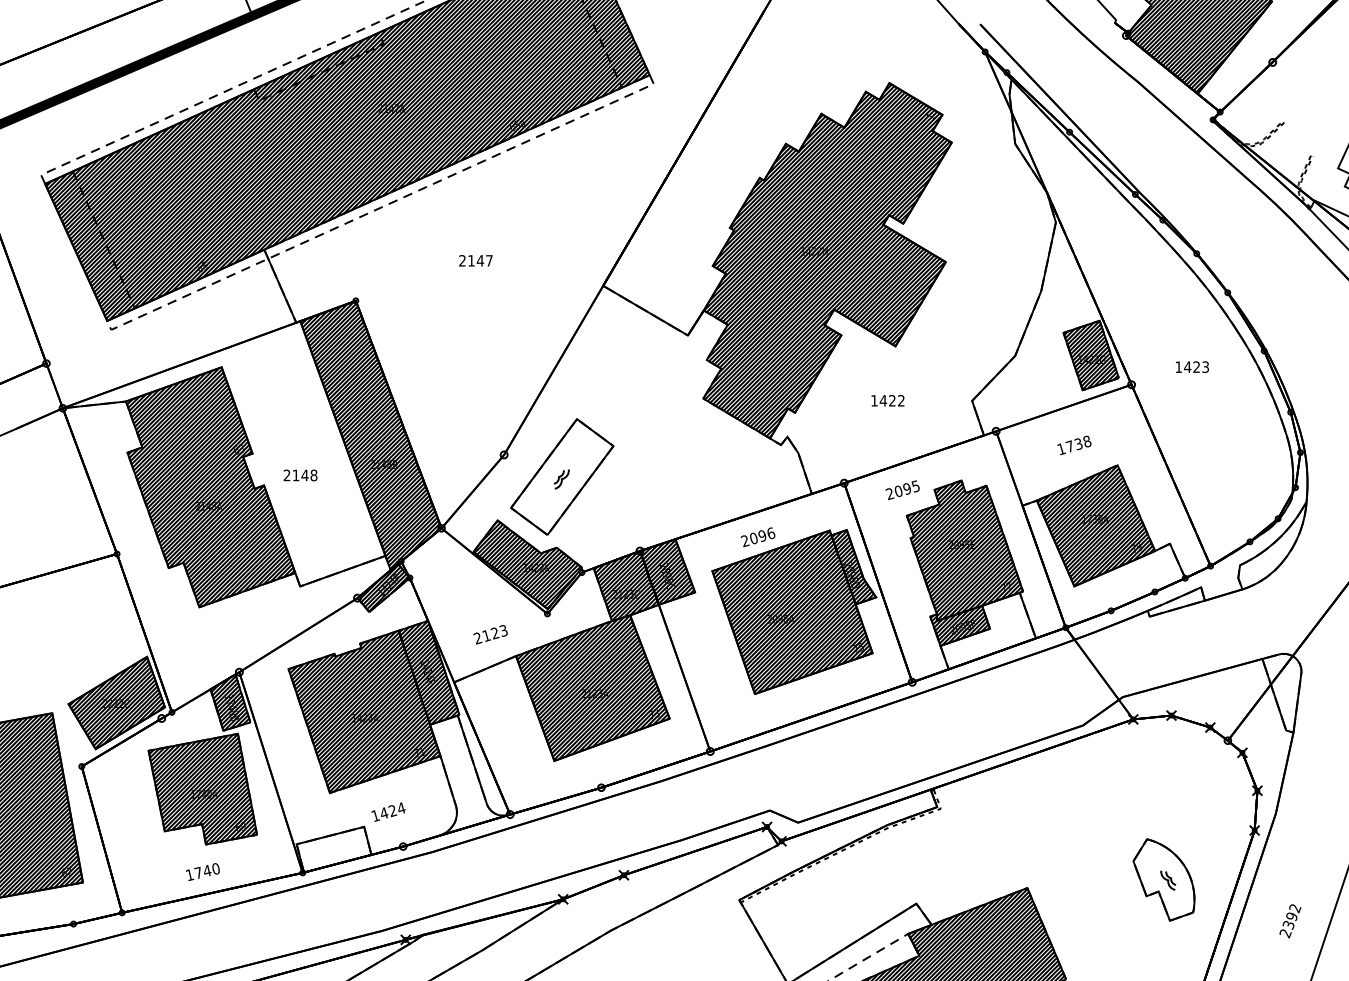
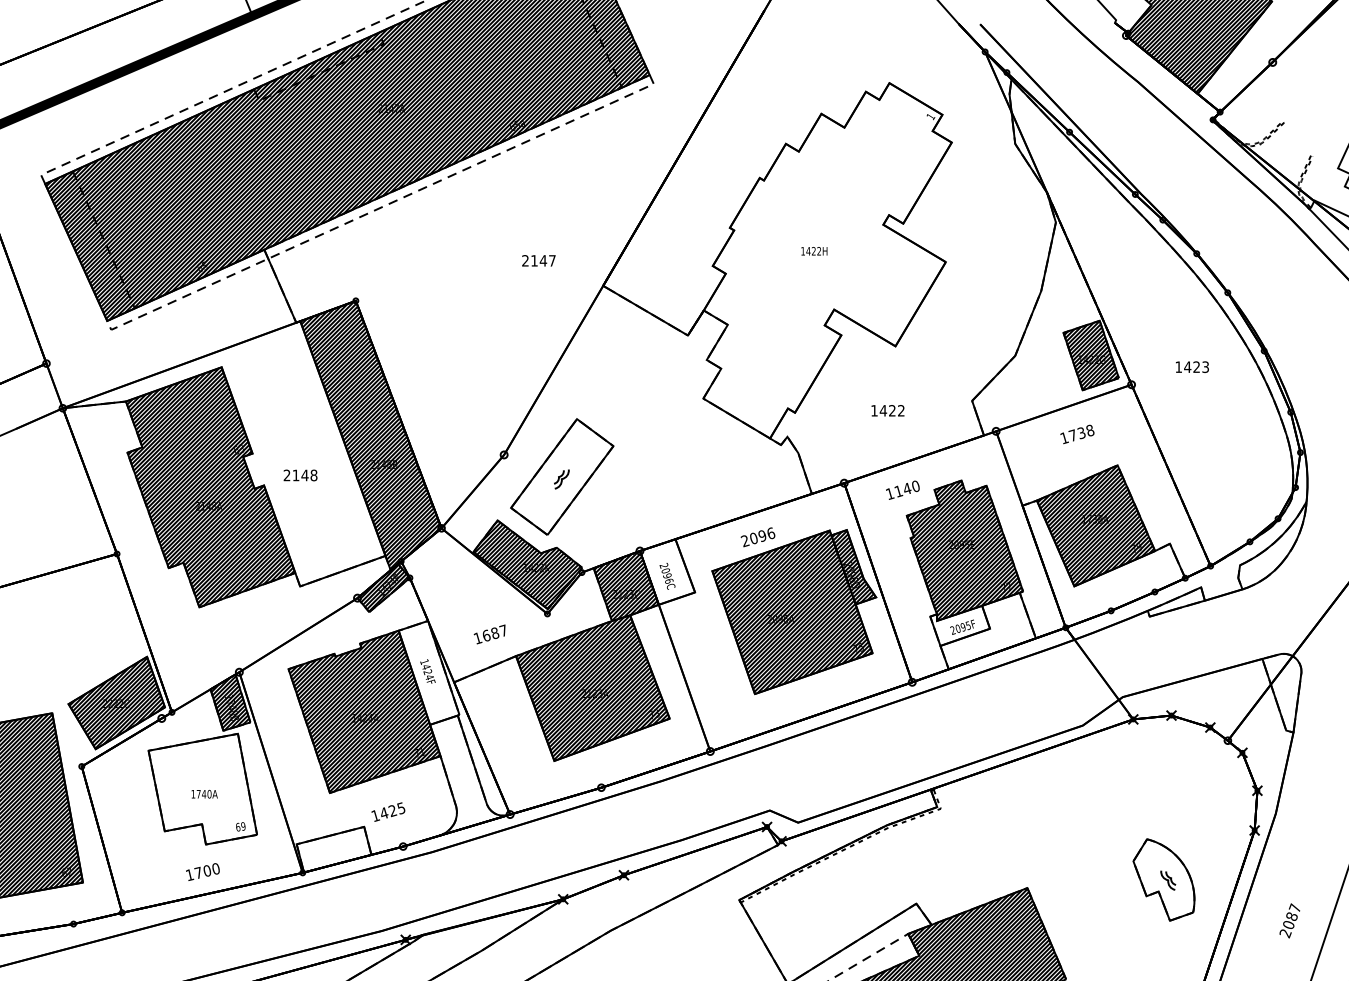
text at (475, 260) position: (475, 260) -> (538, 260)
hatch at (827, 260): present -> none
text at (887, 400) position: (887, 400) -> (887, 410)
text at (1074, 445) position: (1074, 445) -> (1077, 434)
text at (902, 490): 2095 -> 1140
hatch at (667, 571): present -> none
hatch at (959, 625): present -> none
text at (490, 634): 2123 -> 1687
hatch at (429, 672): present -> none
hatch at (202, 788): present -> none
text at (401, 808): 1424 -> 1425
text at (207, 870): 1740 -> 1700
text at (1291, 916): 2392 -> 2087
